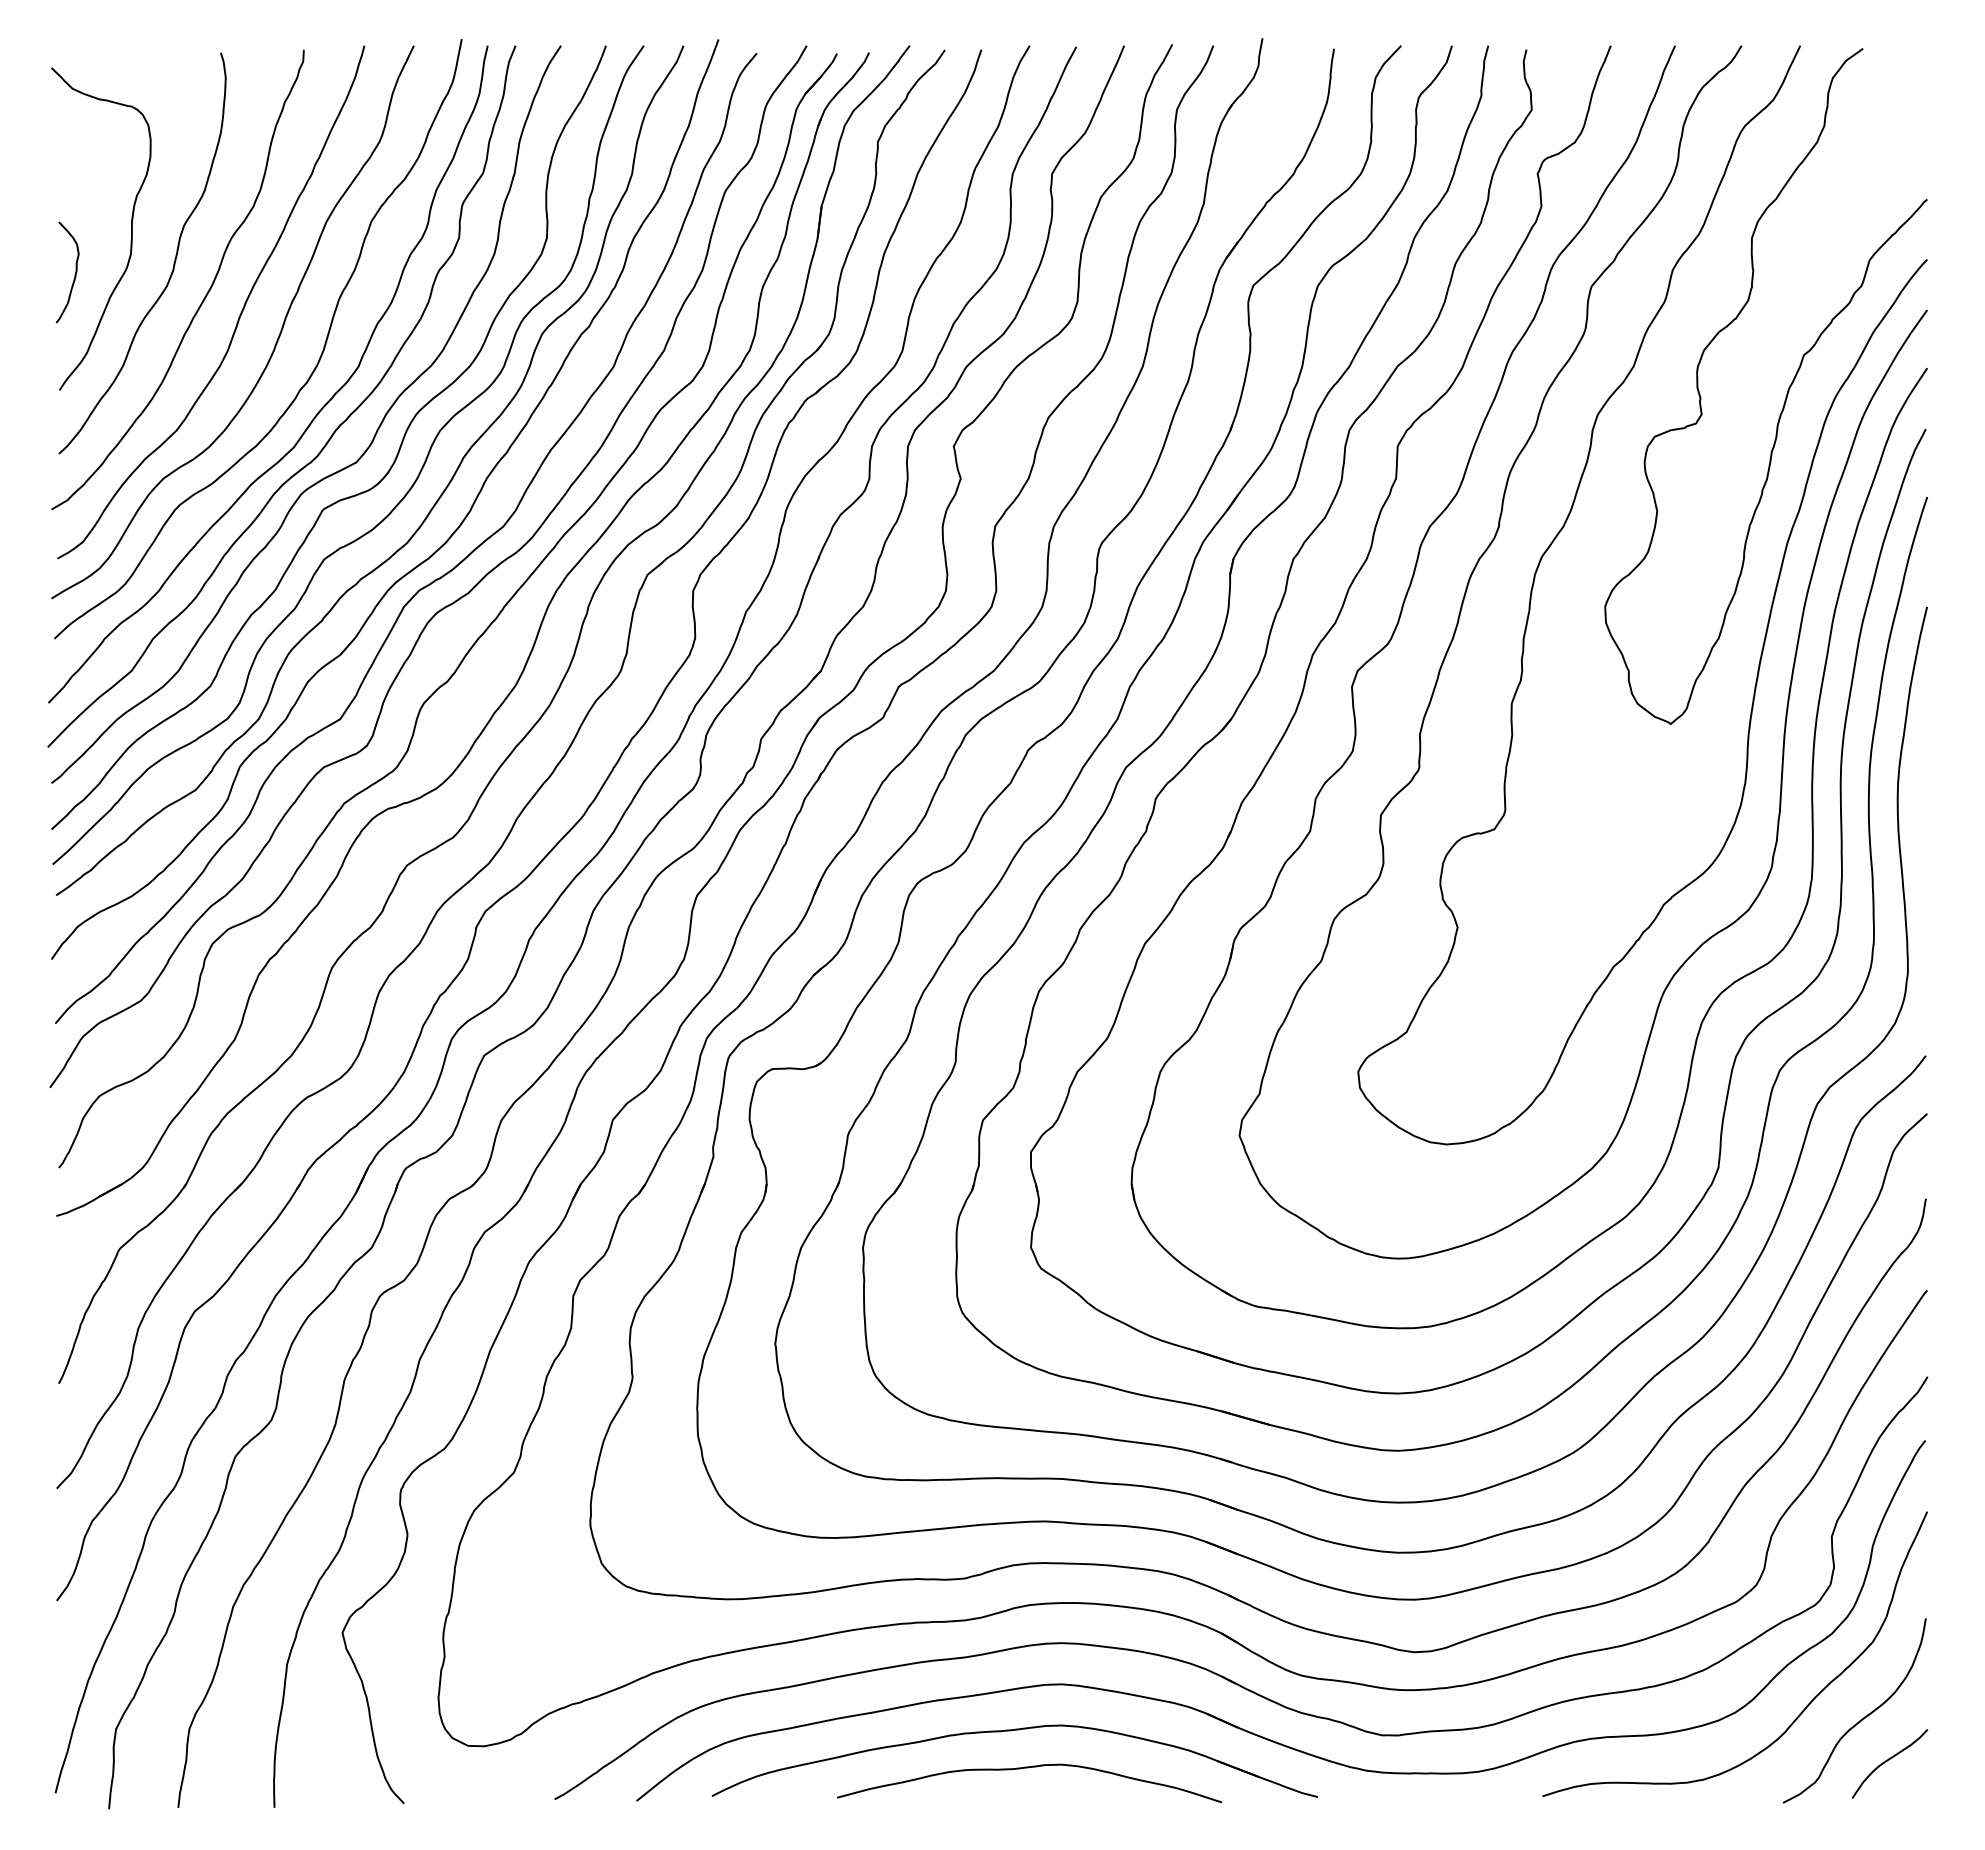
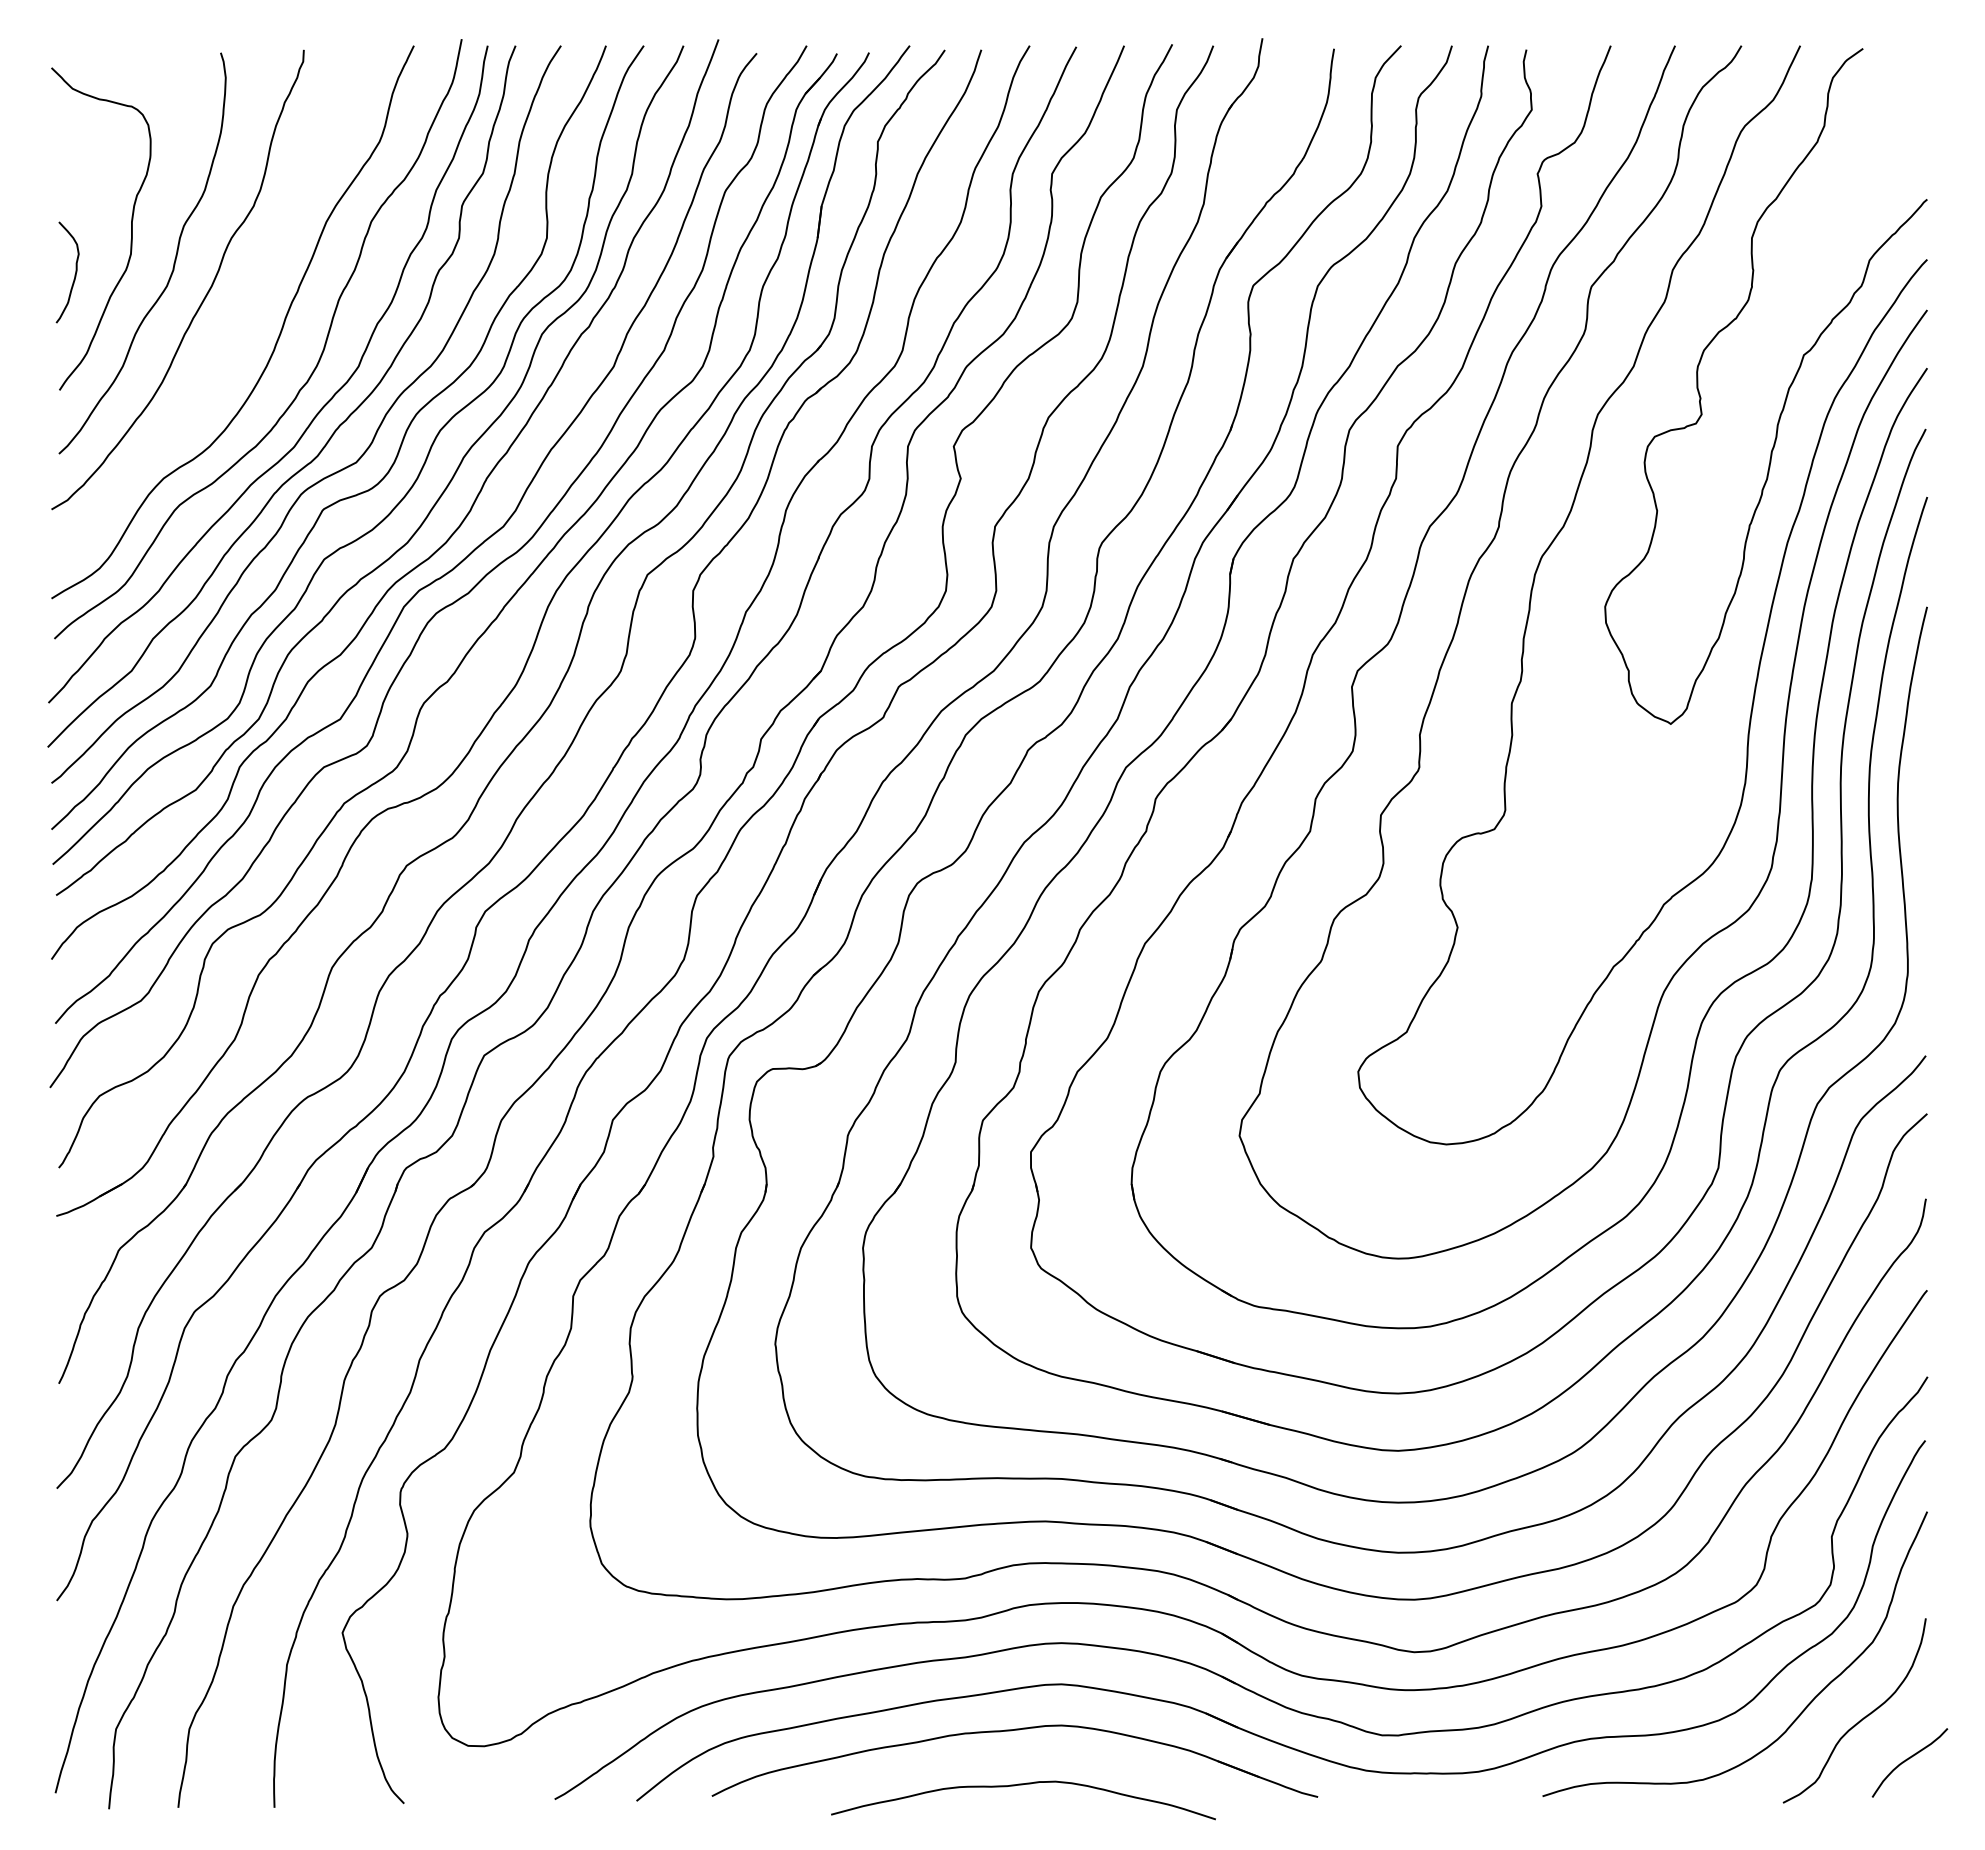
curve at (239, 314): present -> none
curve at (1887, 1761) position: (1887, 1761) -> (1907, 1760)
curve at (1028, 1768) position: (1028, 1768) -> (1022, 1785)
